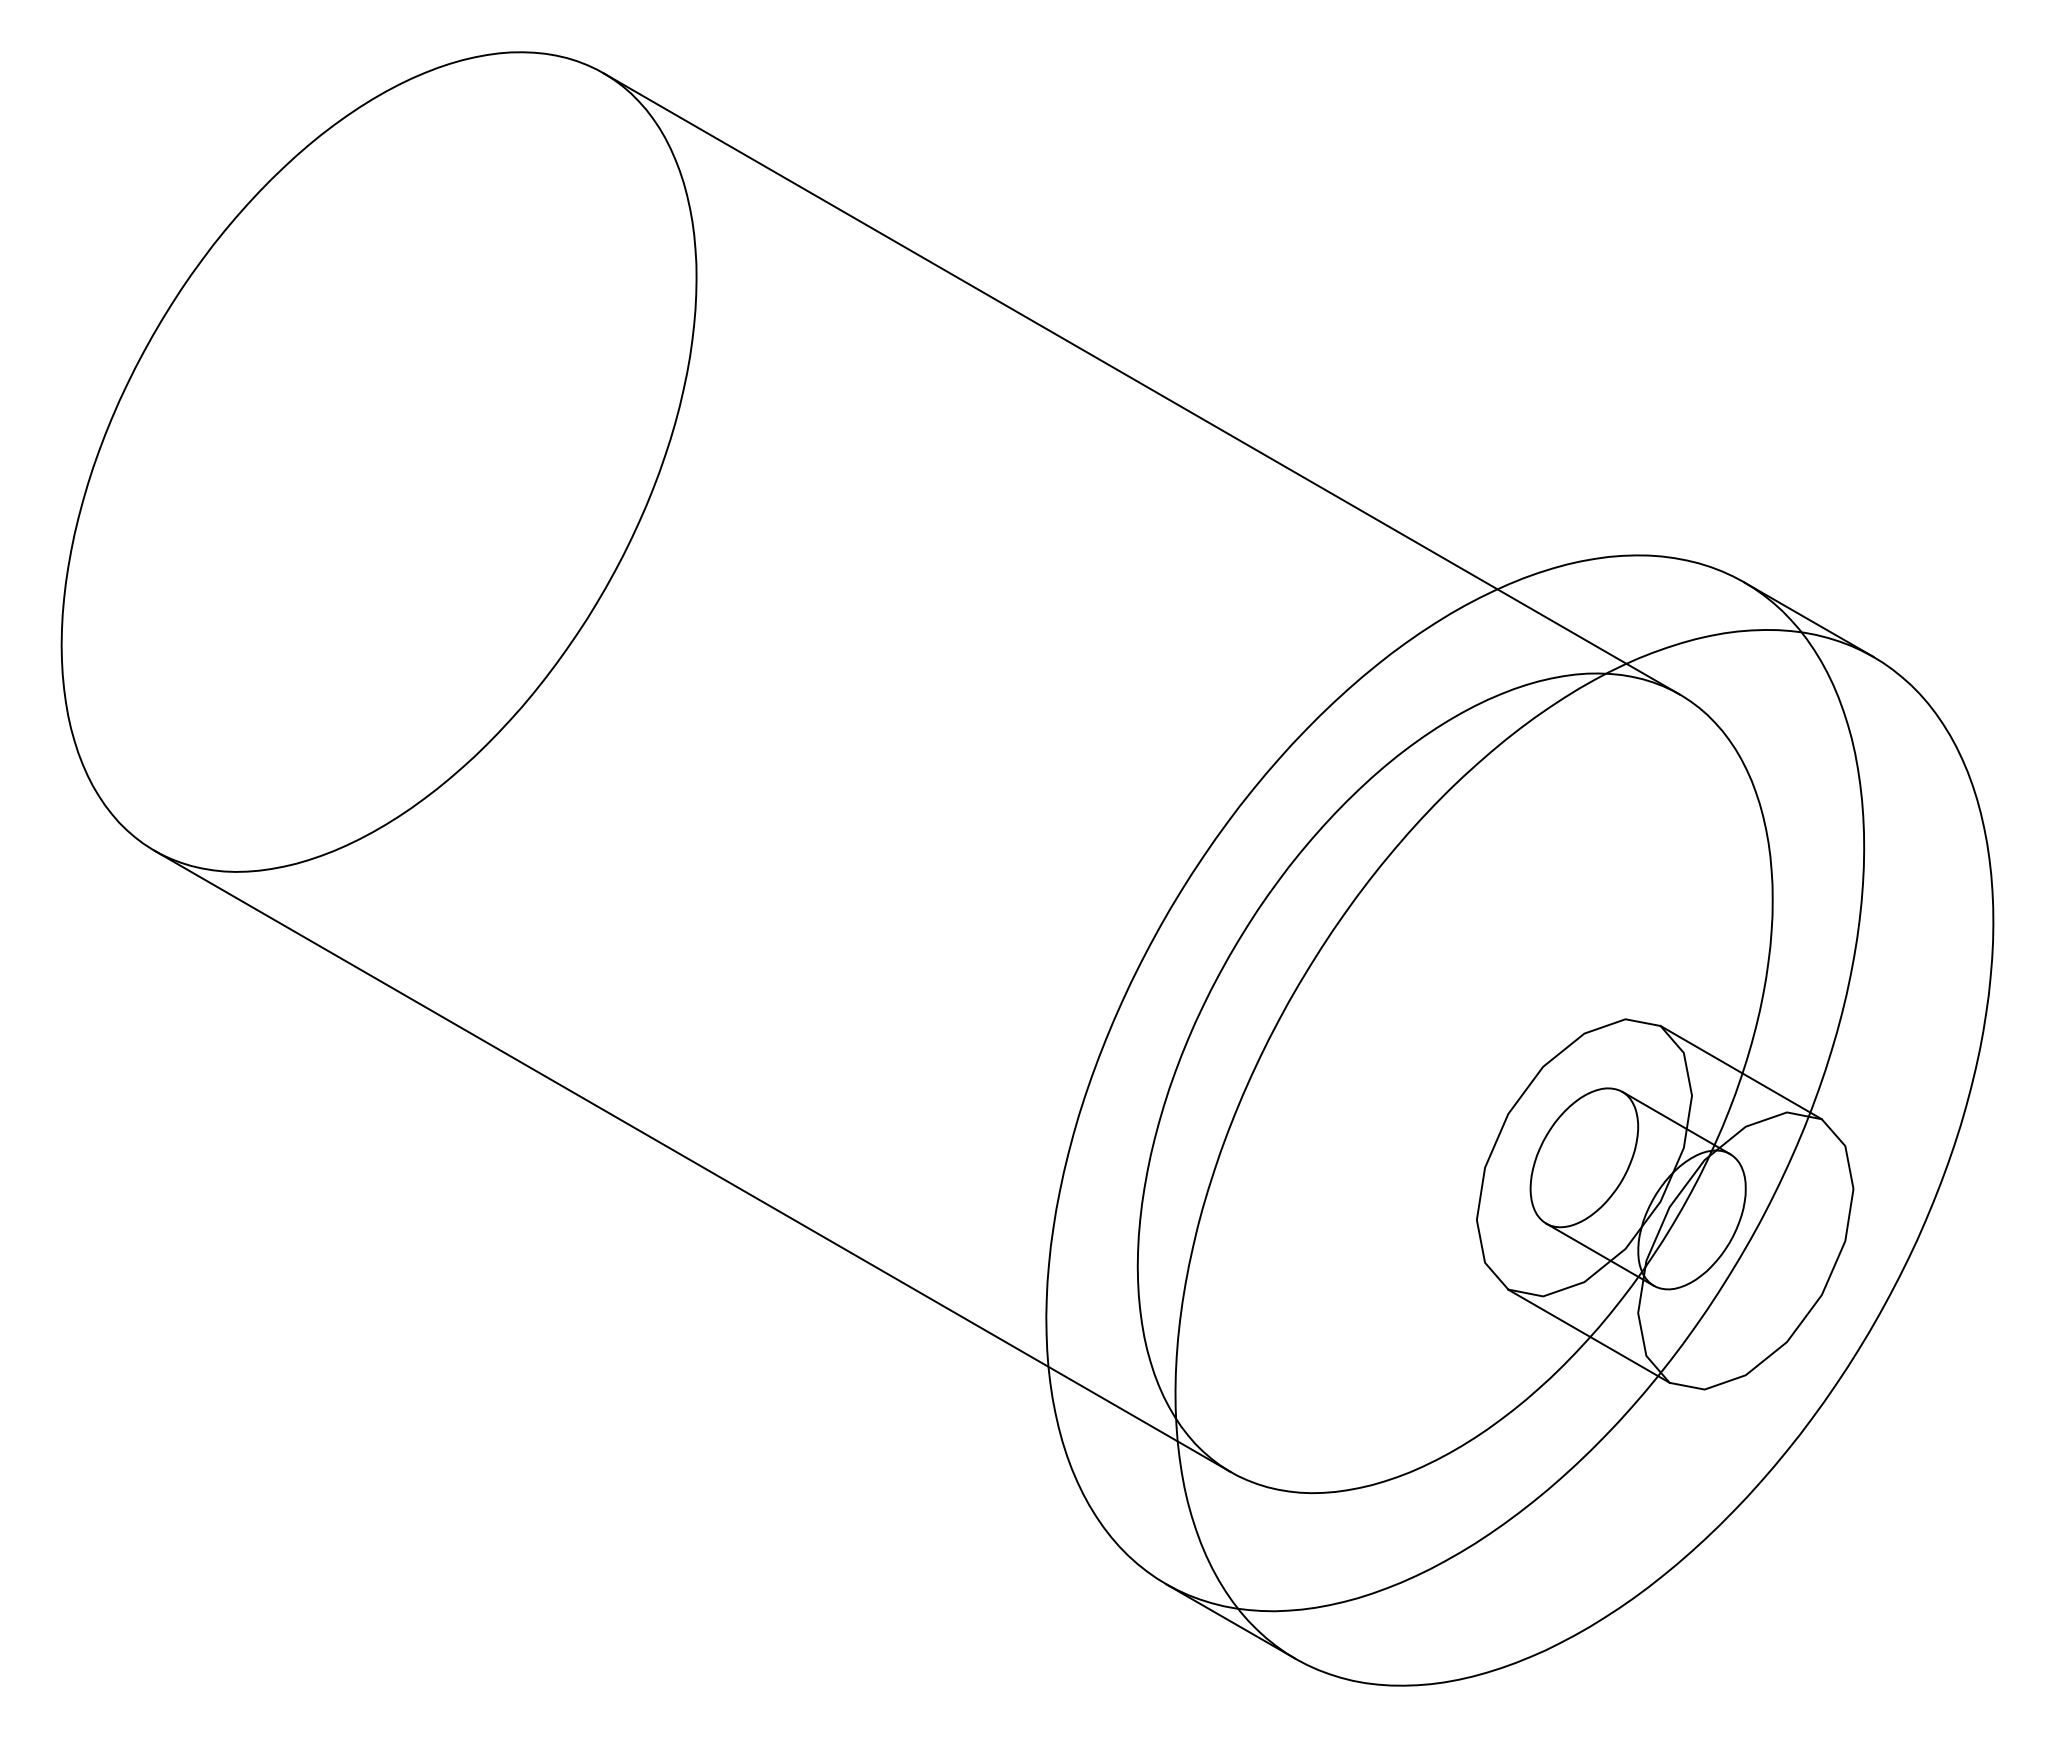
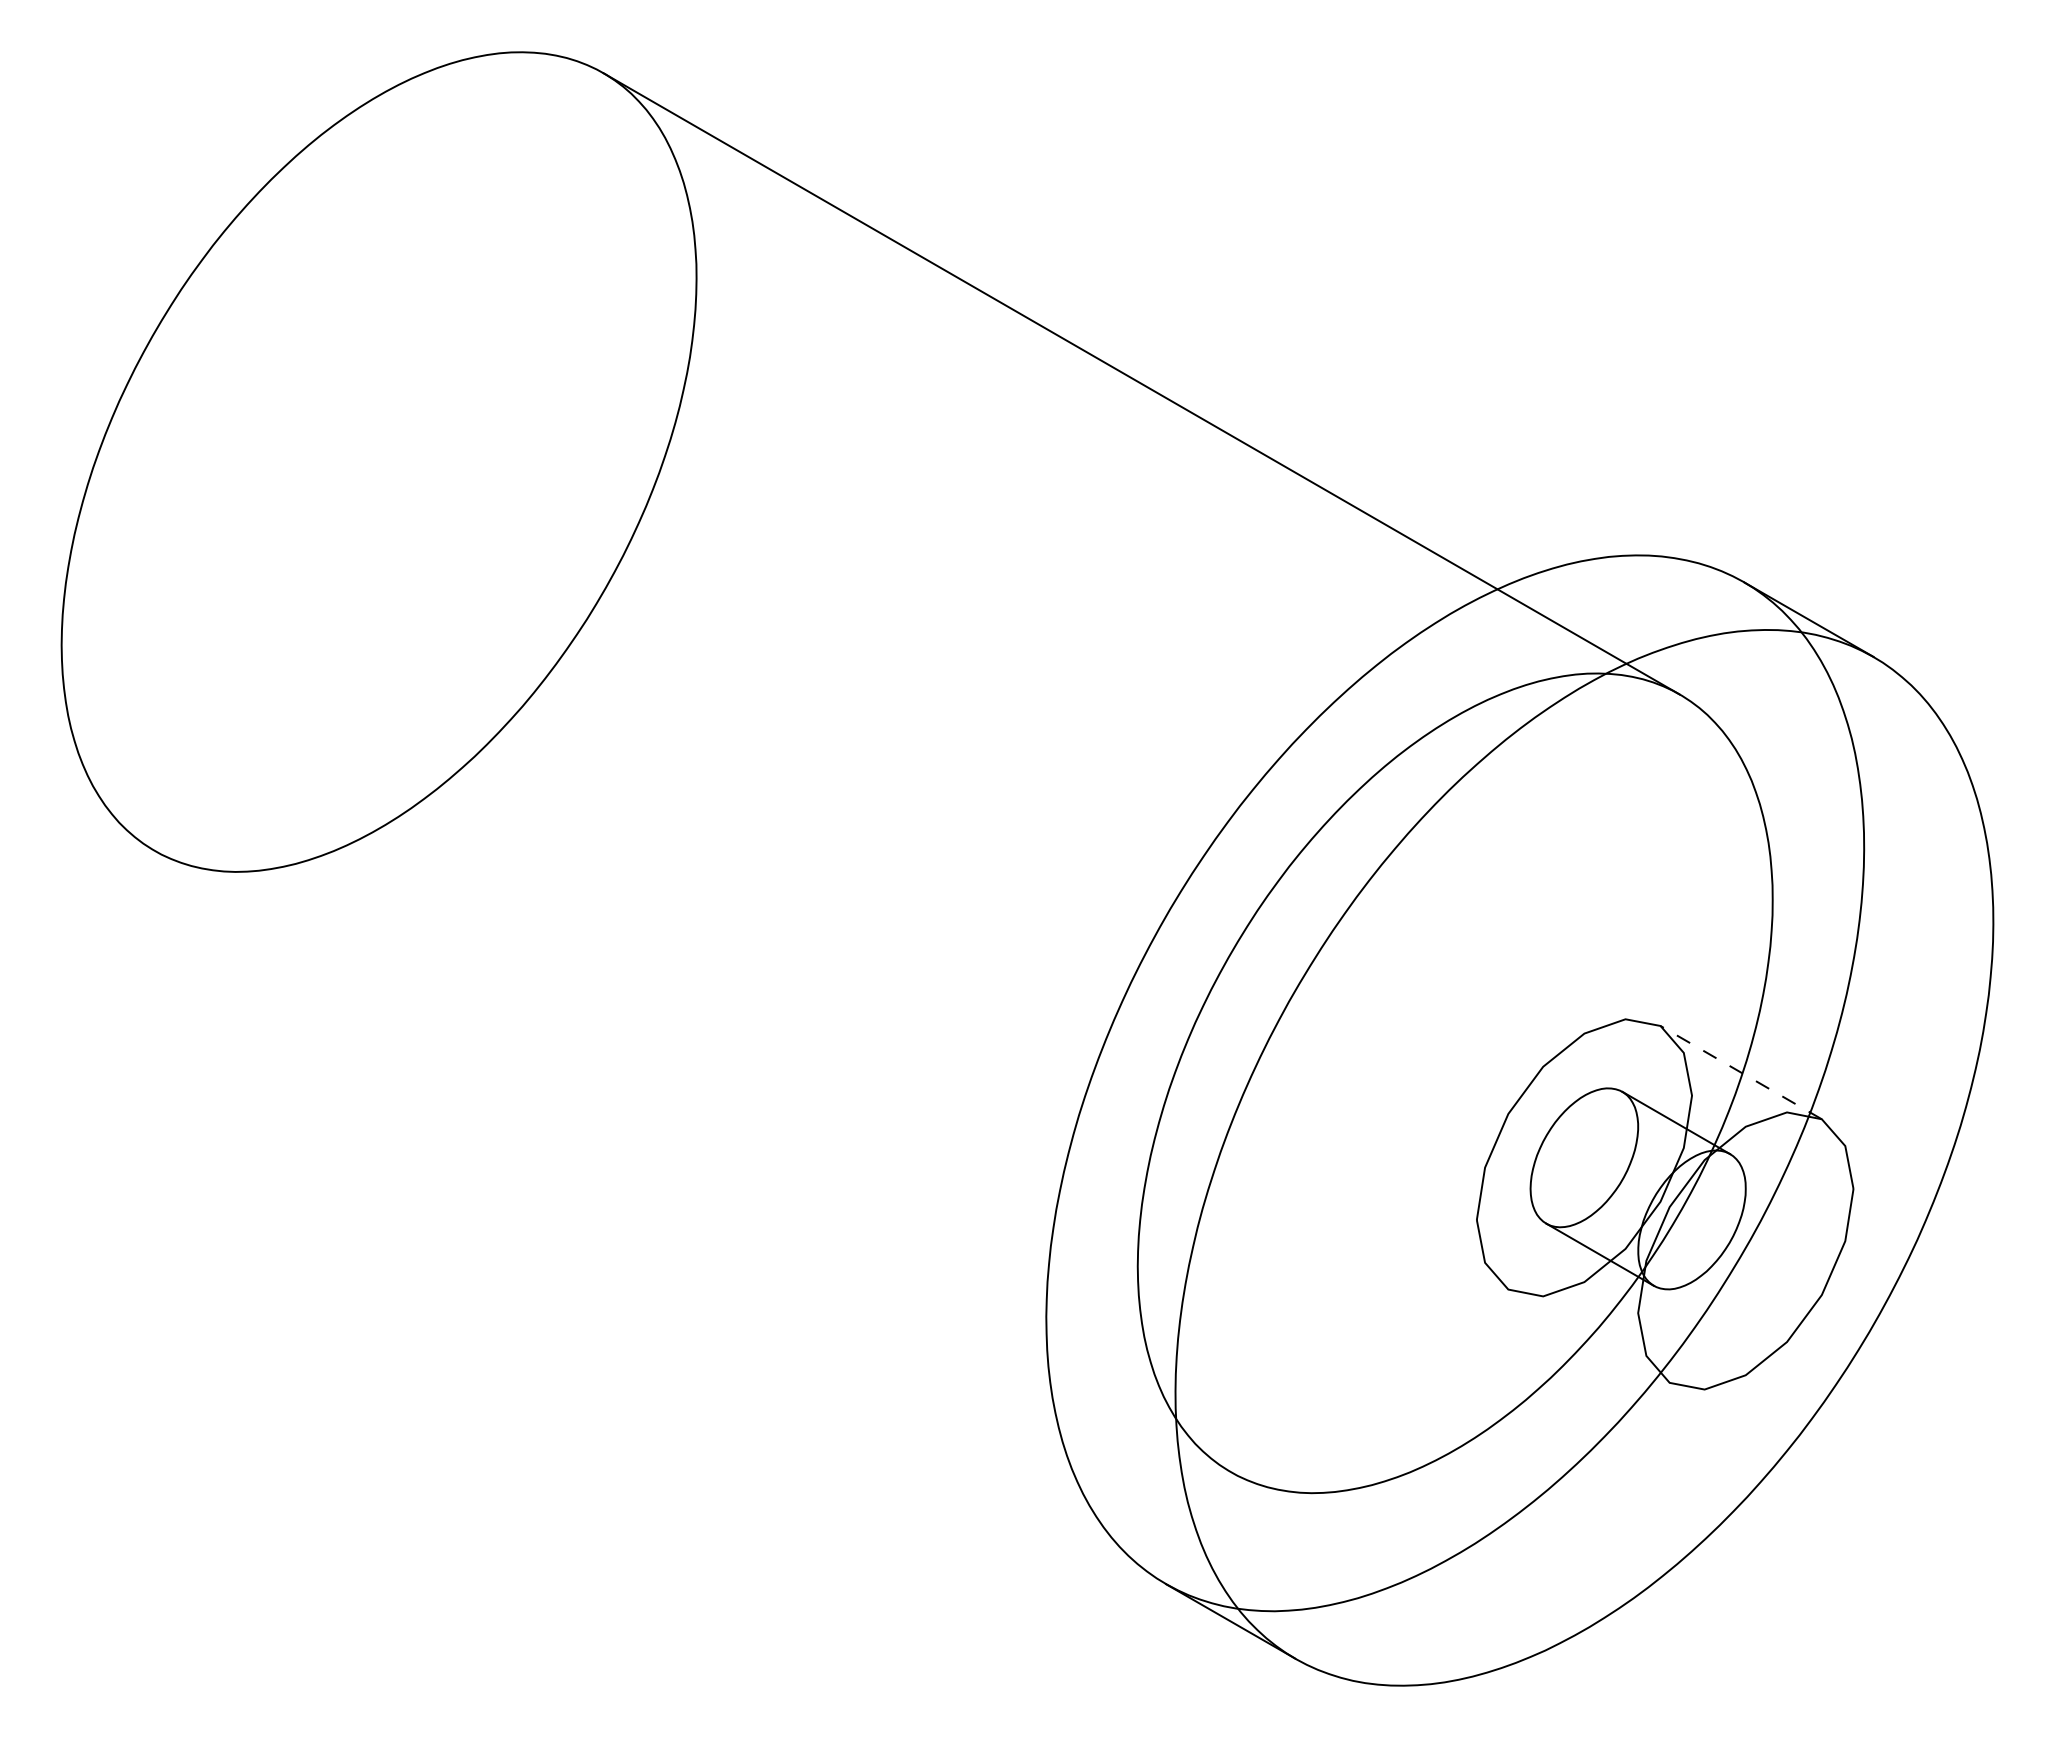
line at (1740, 1072): solid -> dashed
line at (692, 1161): present -> none
line at (1588, 1335): present -> none
